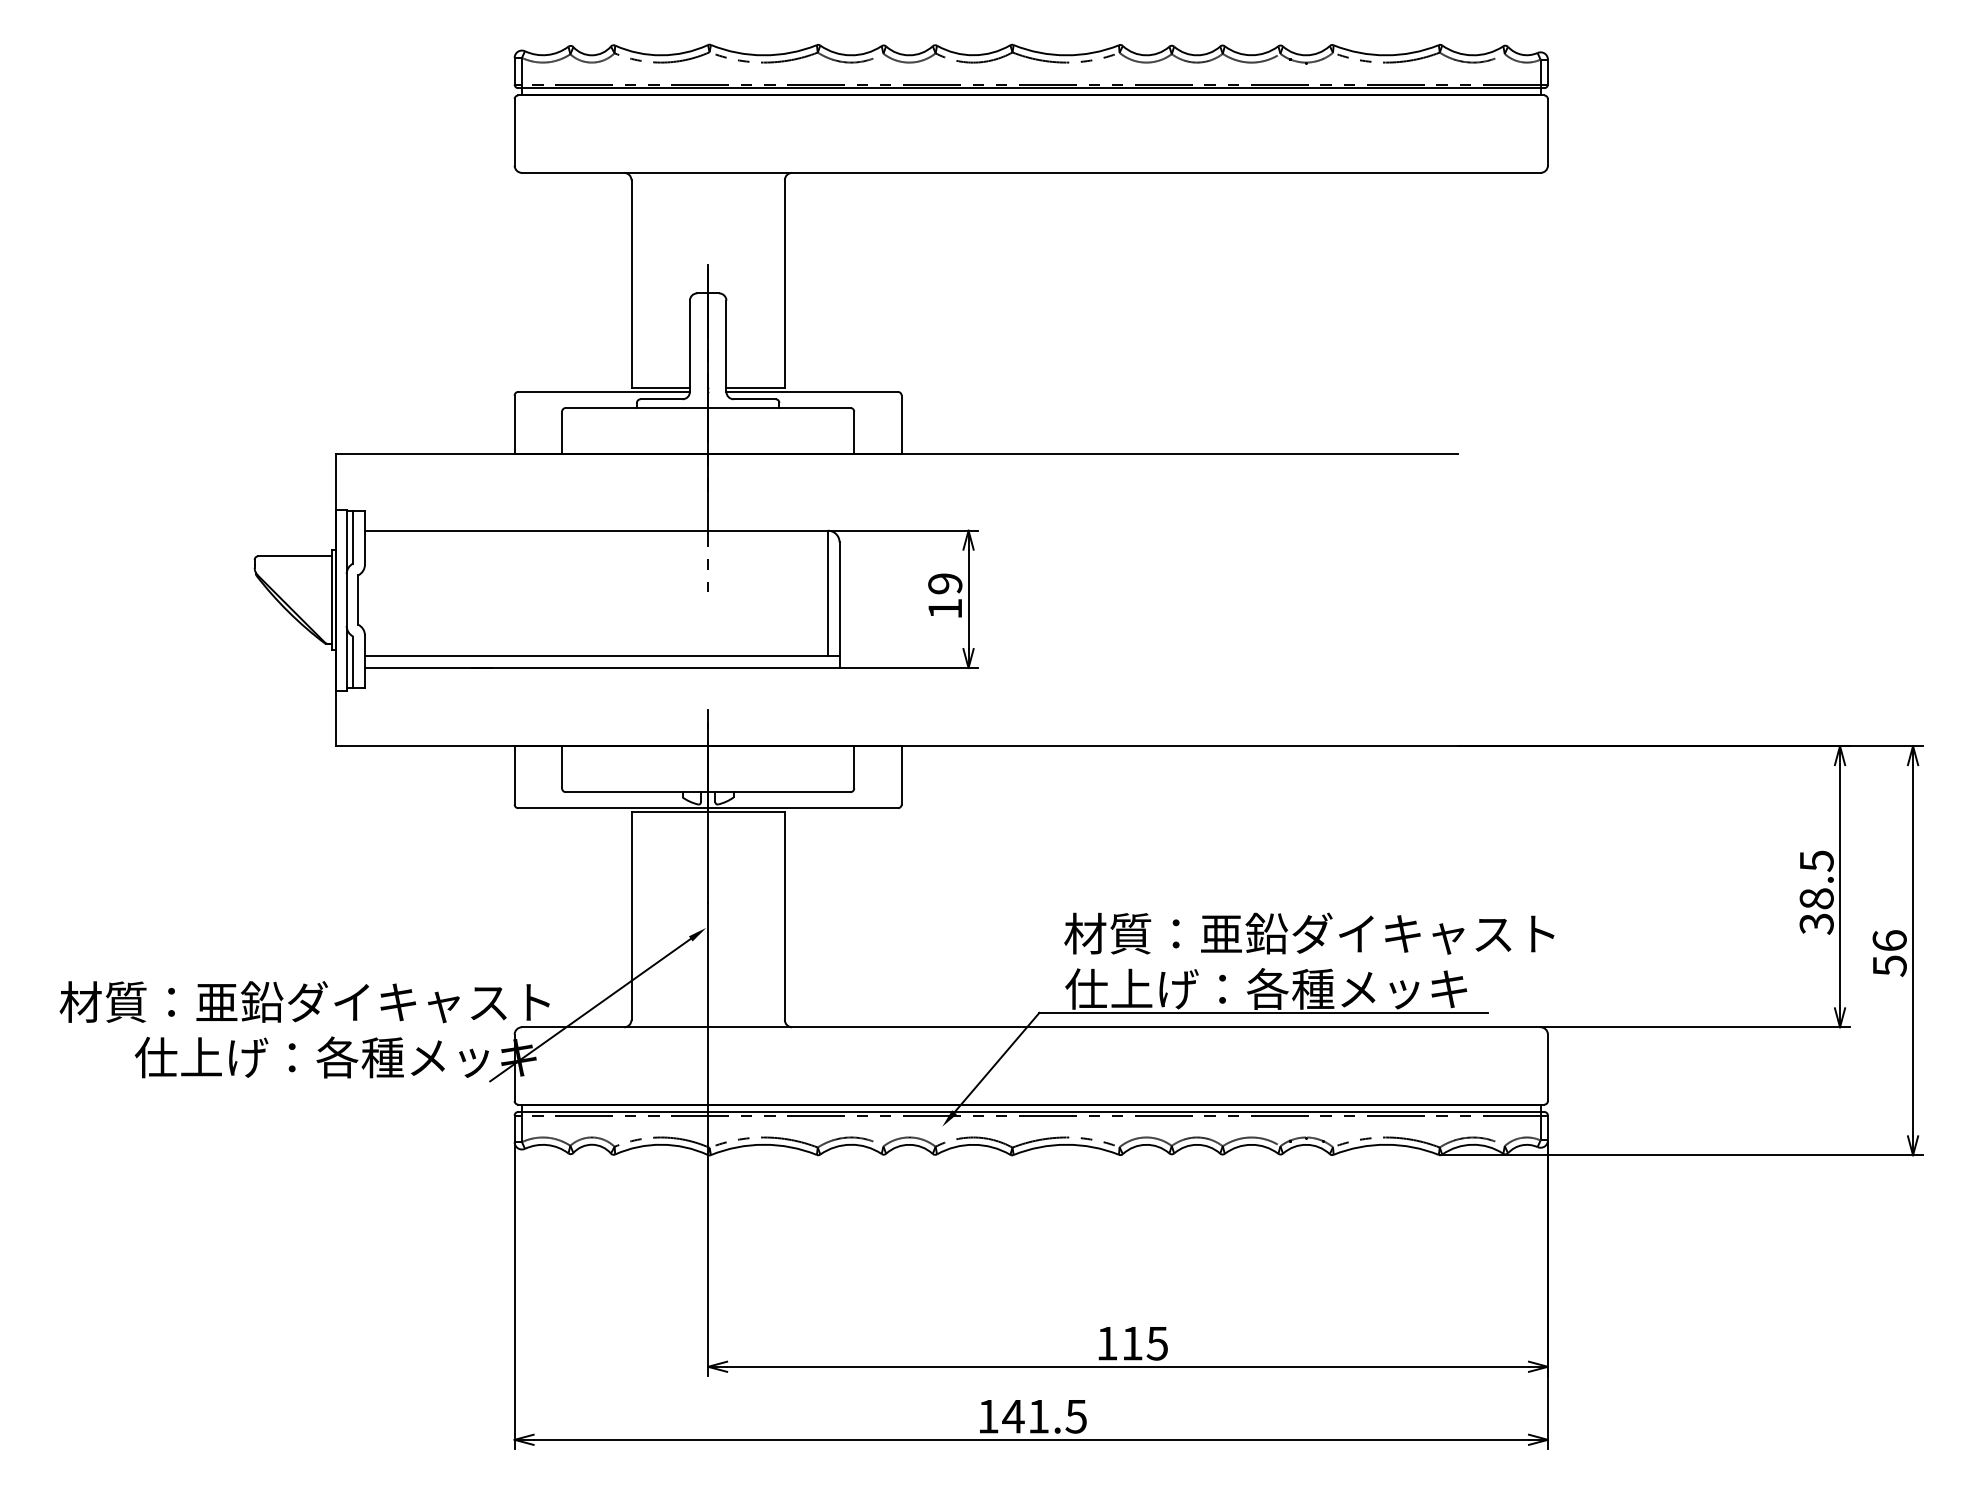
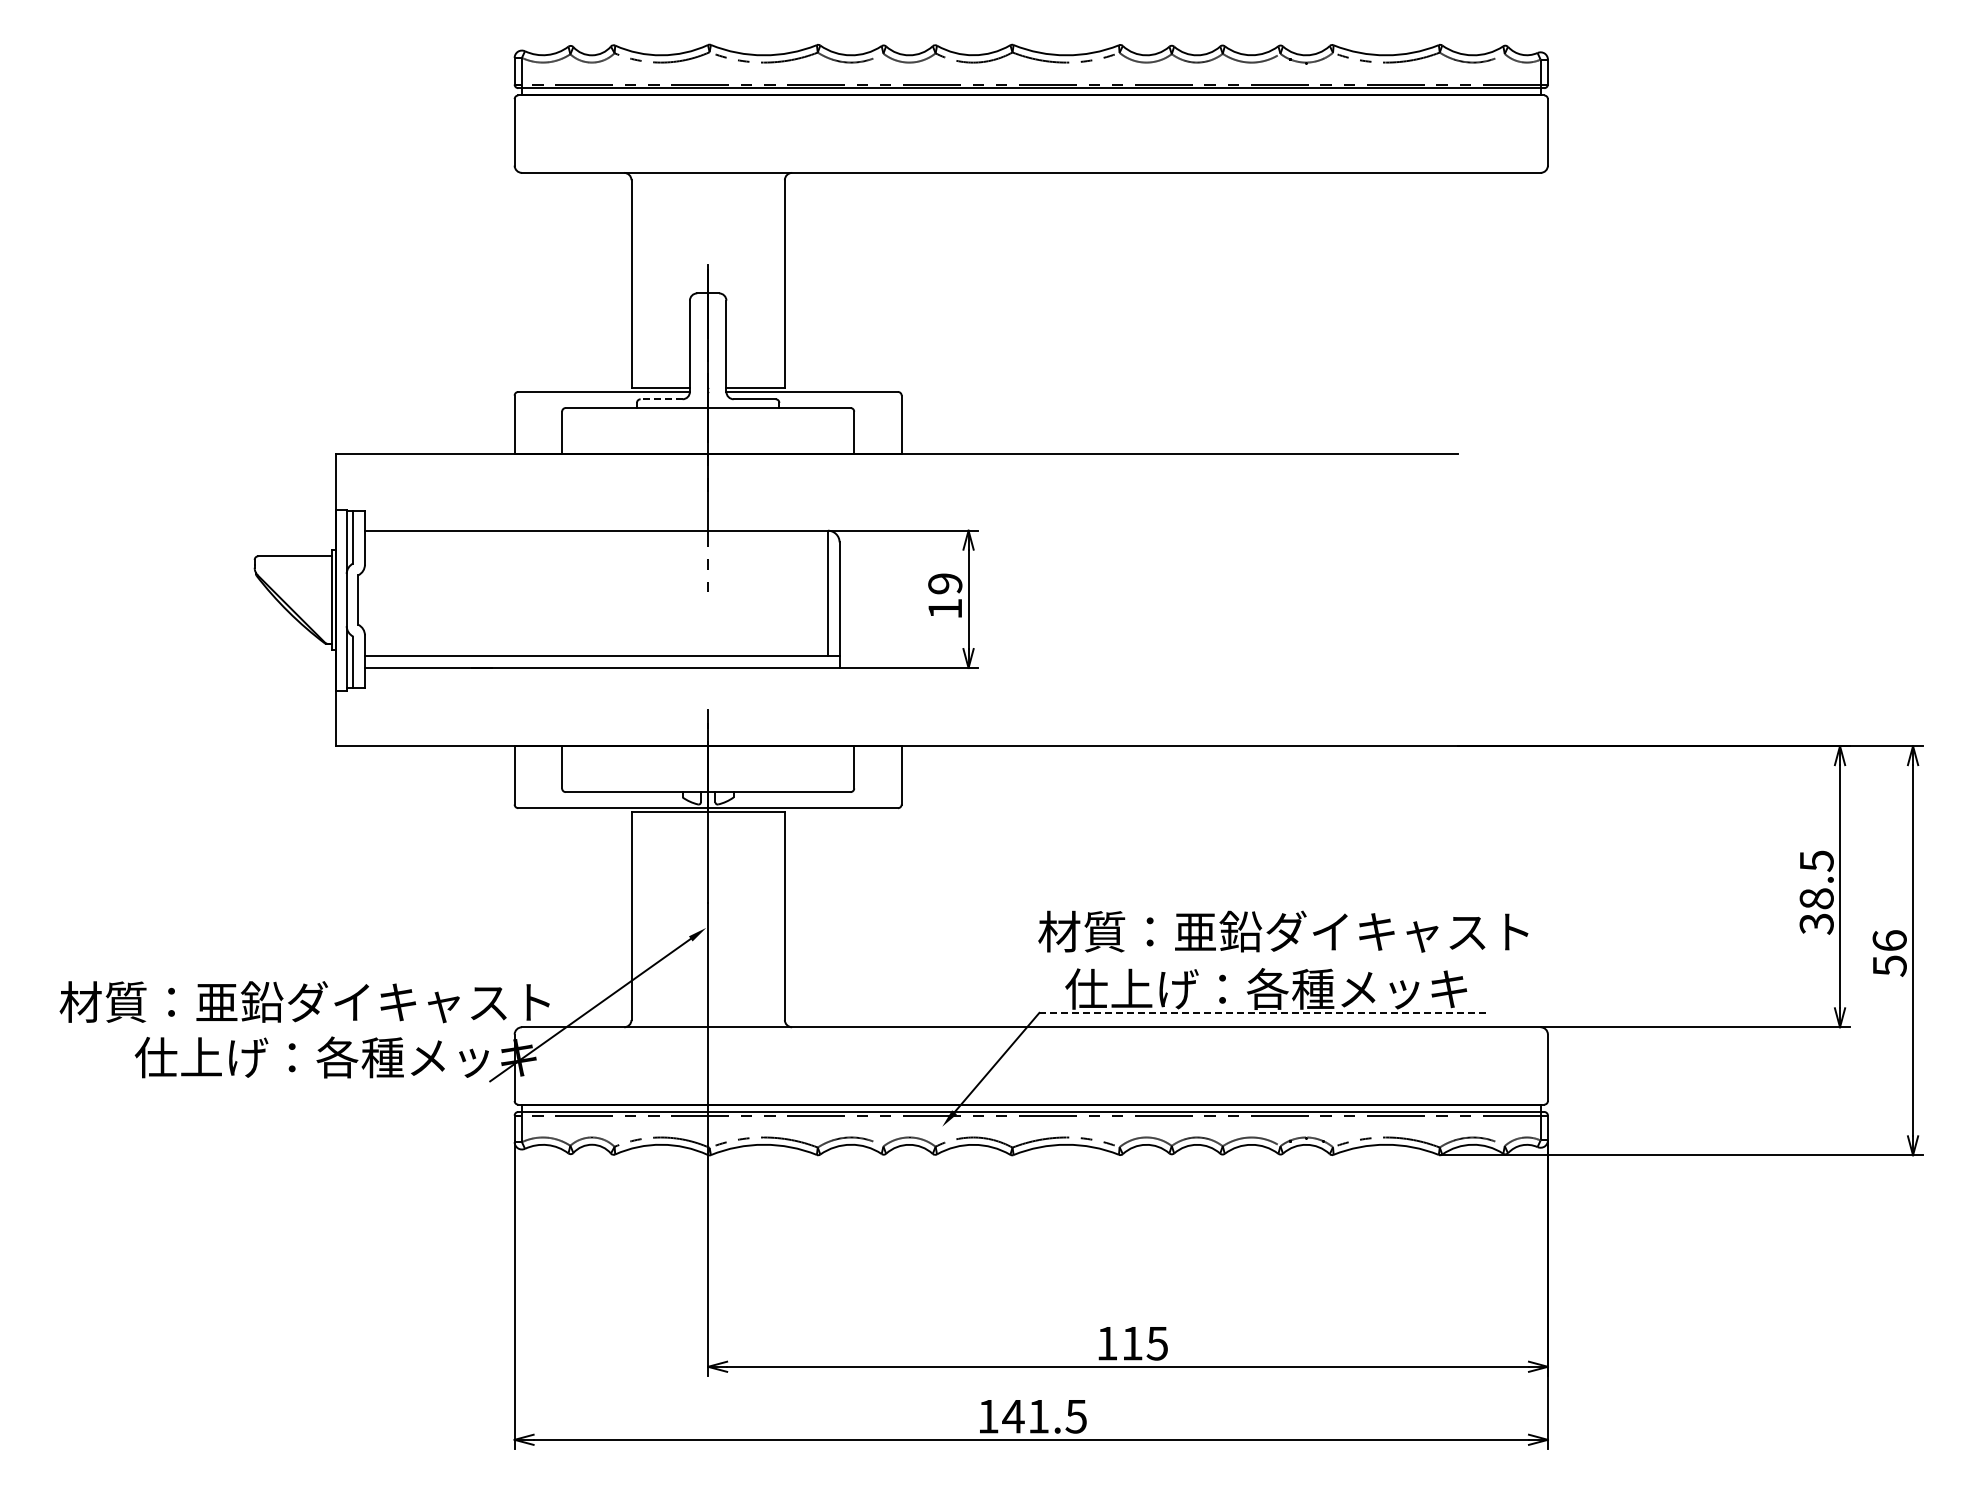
line at (661, 399): solid -> dashed
text at (1309, 933) position: (1309, 933) -> (1283, 931)
line at (1264, 1012): solid -> dashed
